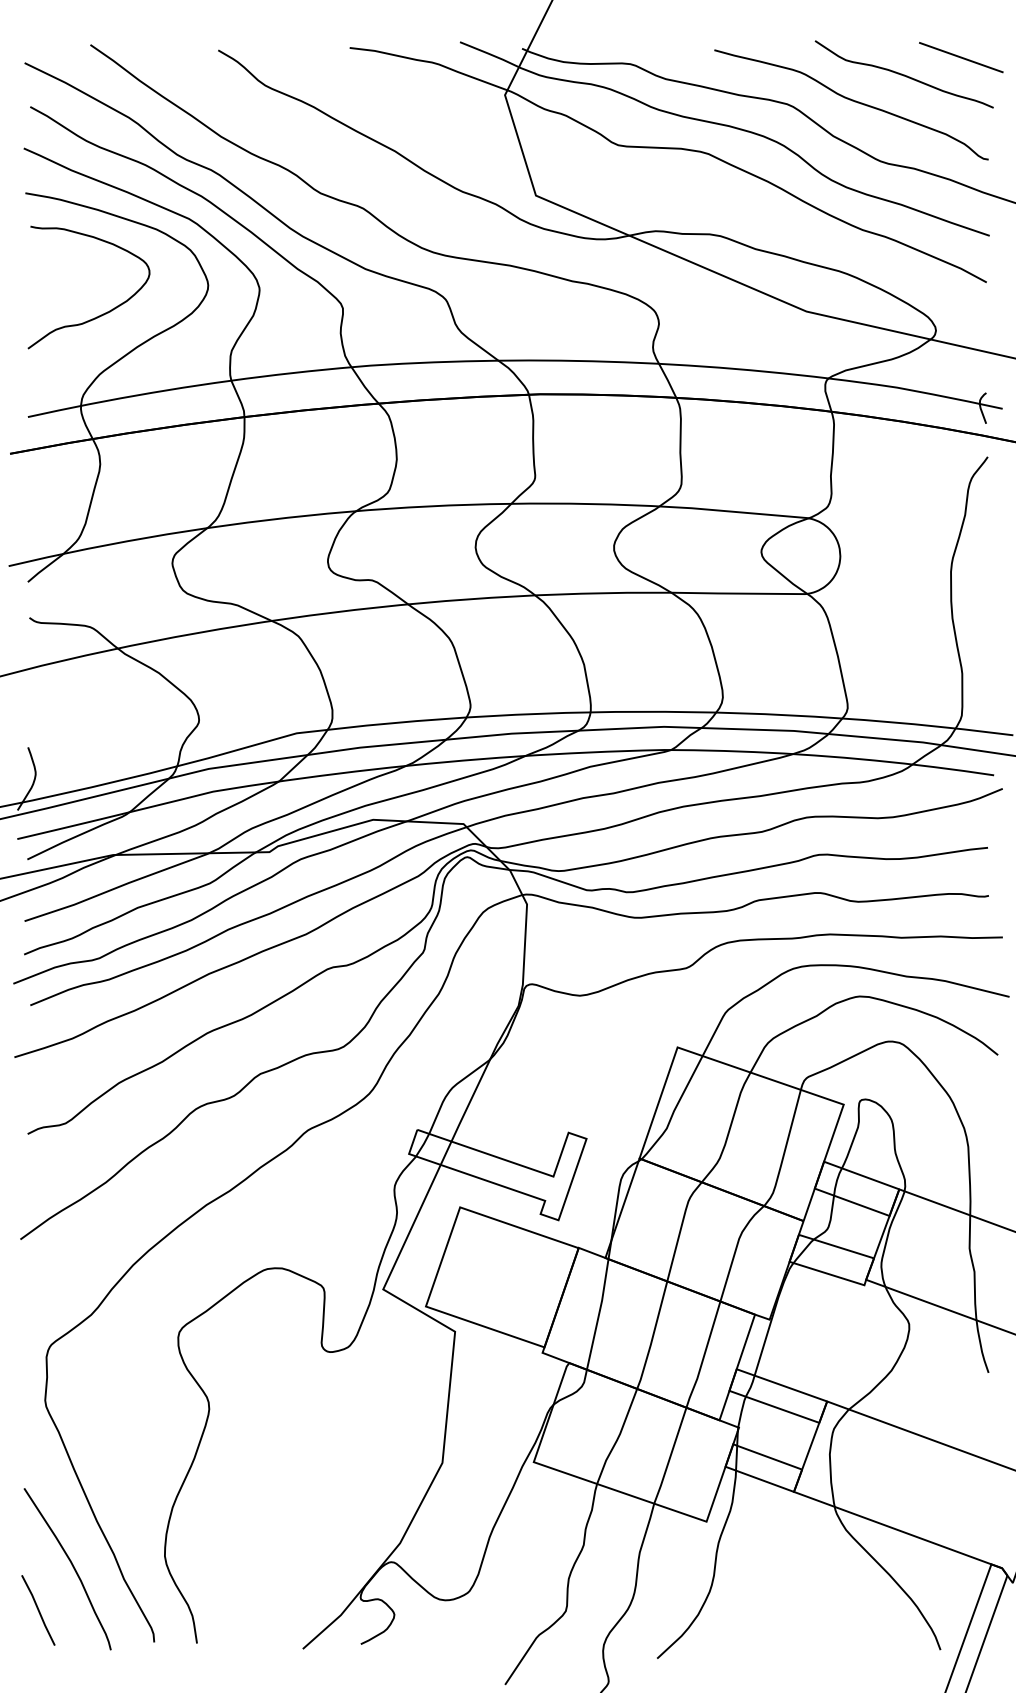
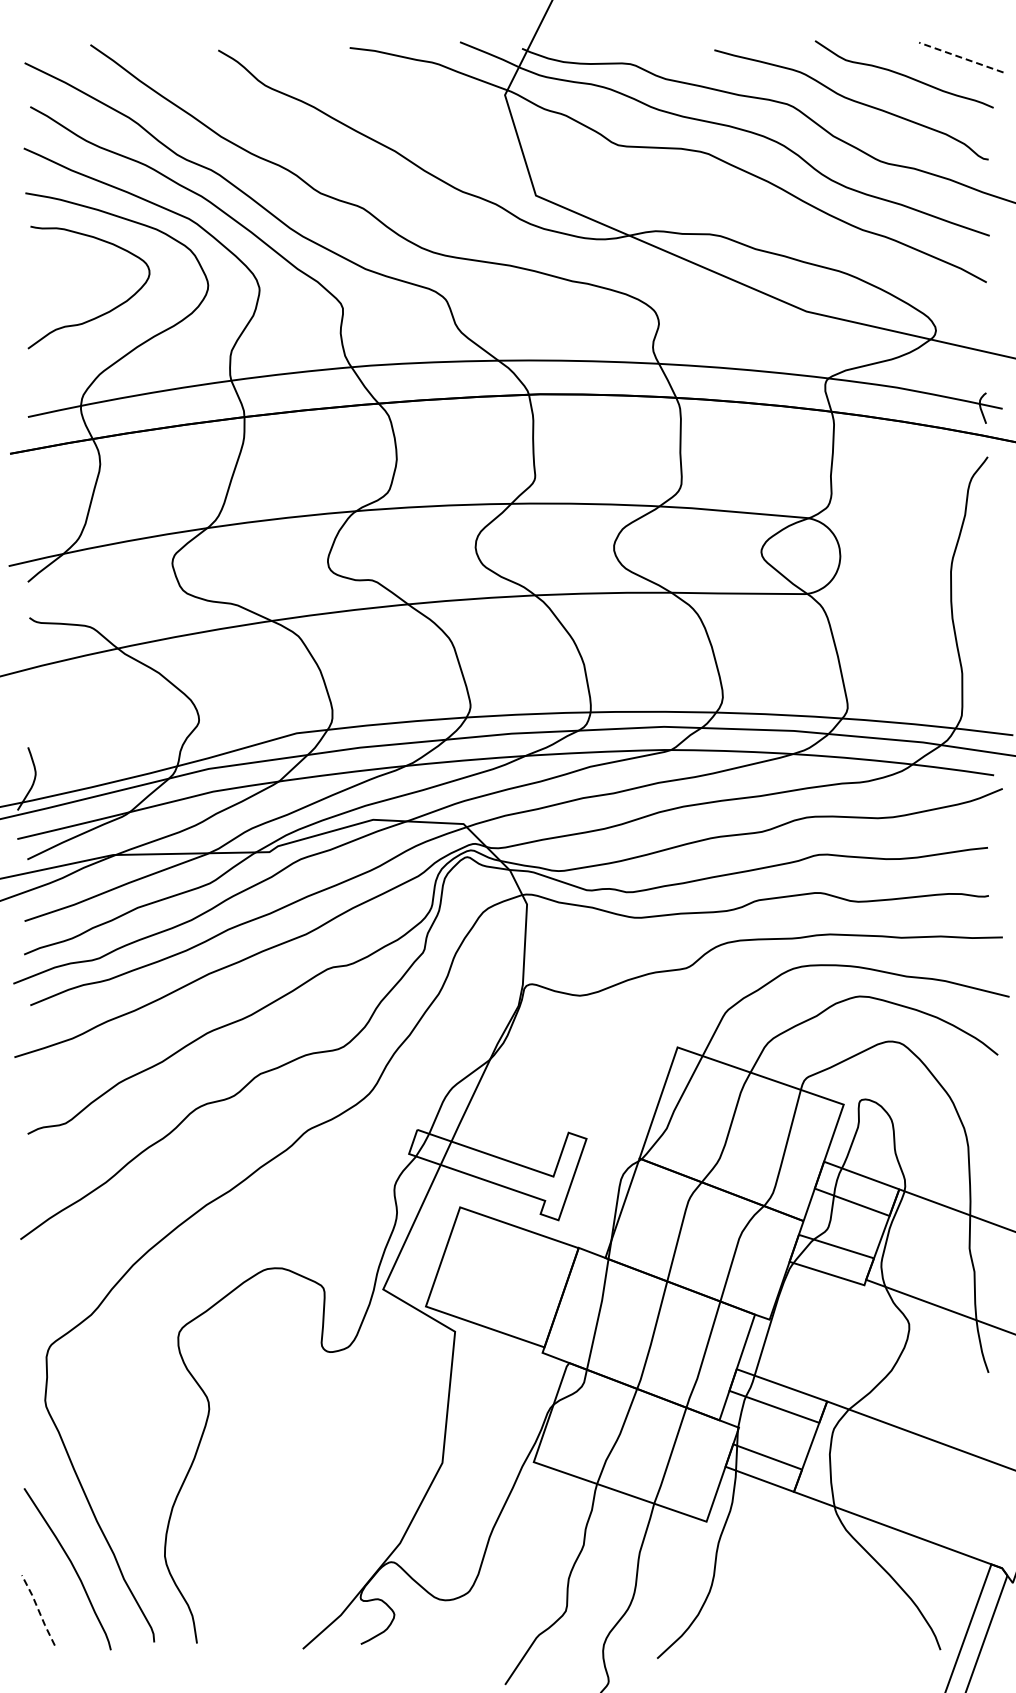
line at (961, 57): solid -> dashed
line at (38, 1610): solid -> dashed
